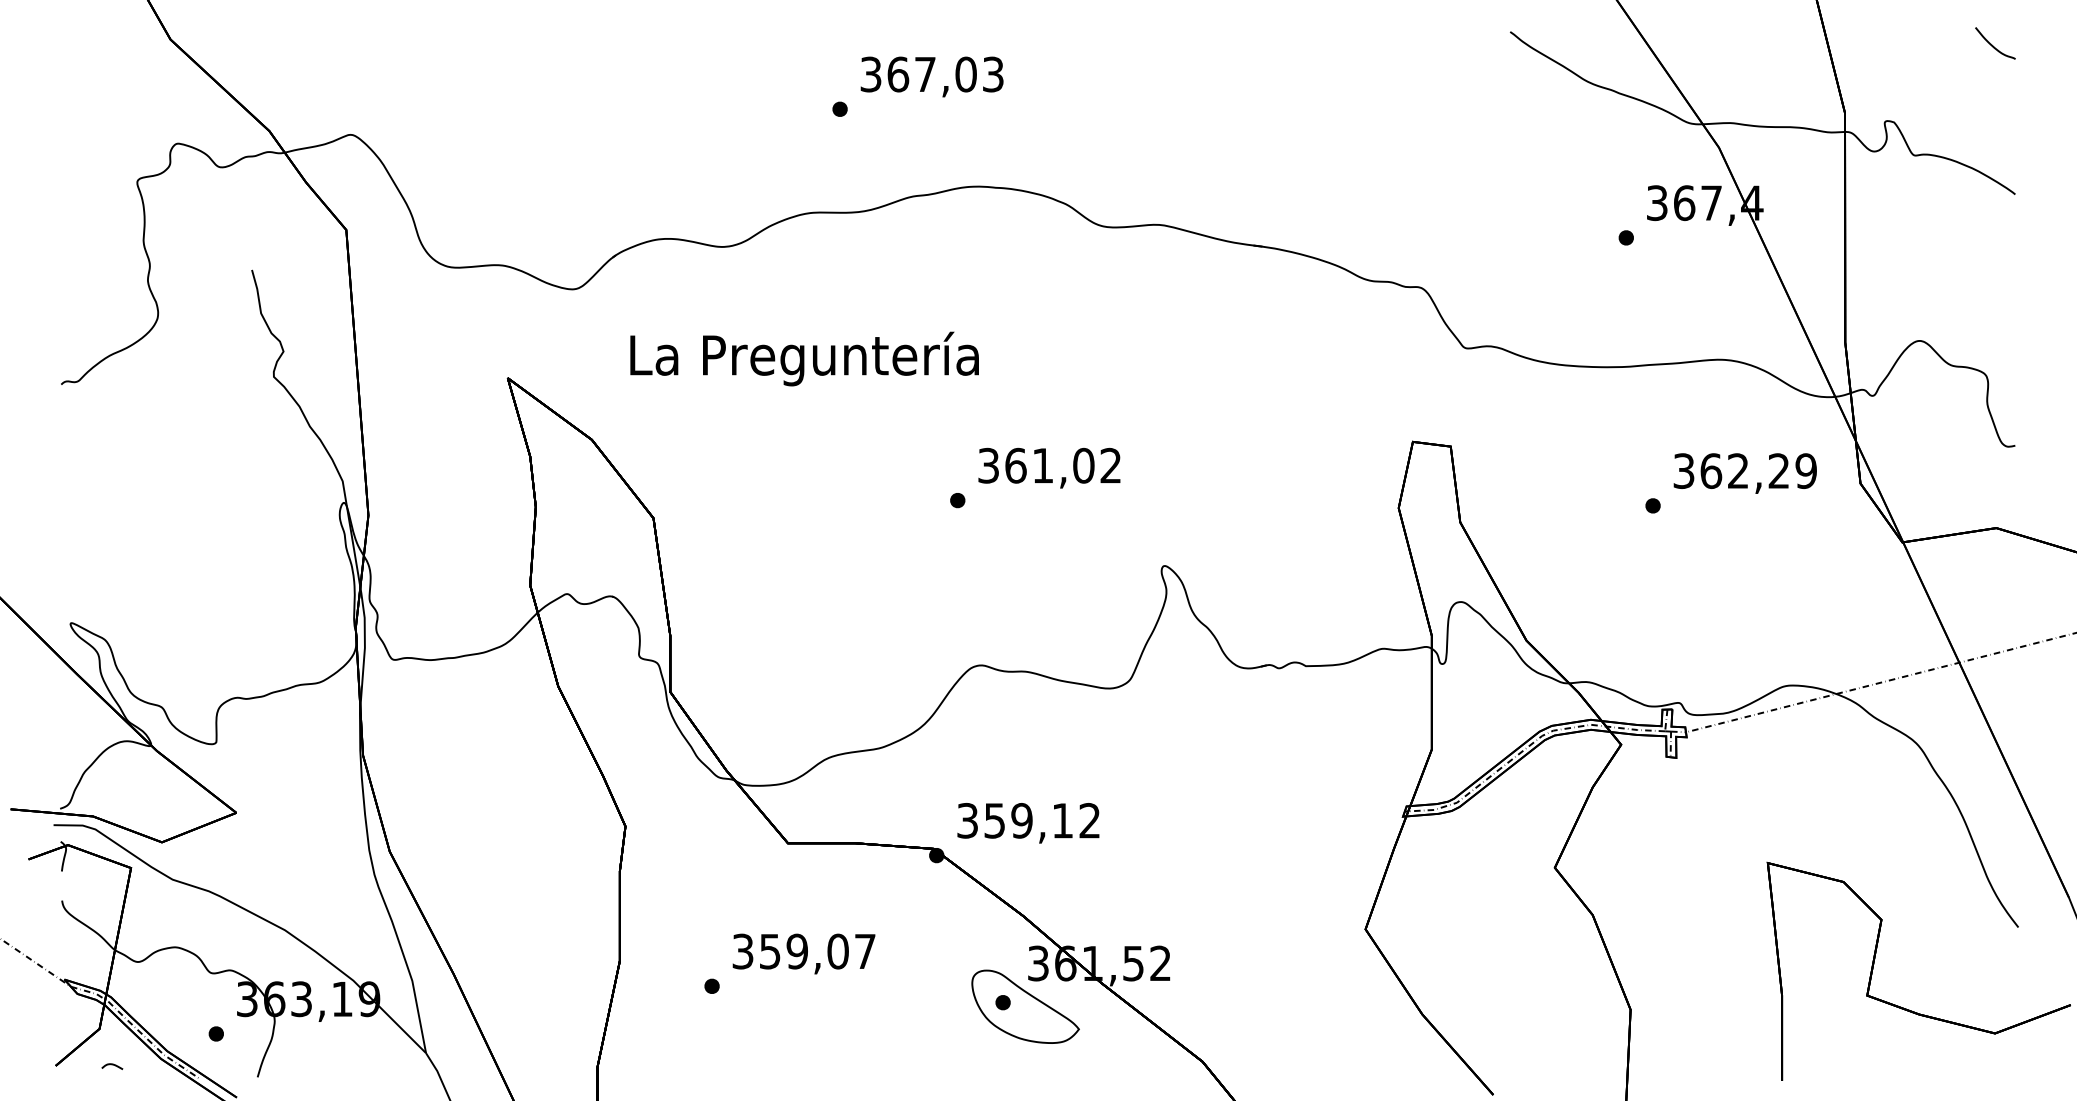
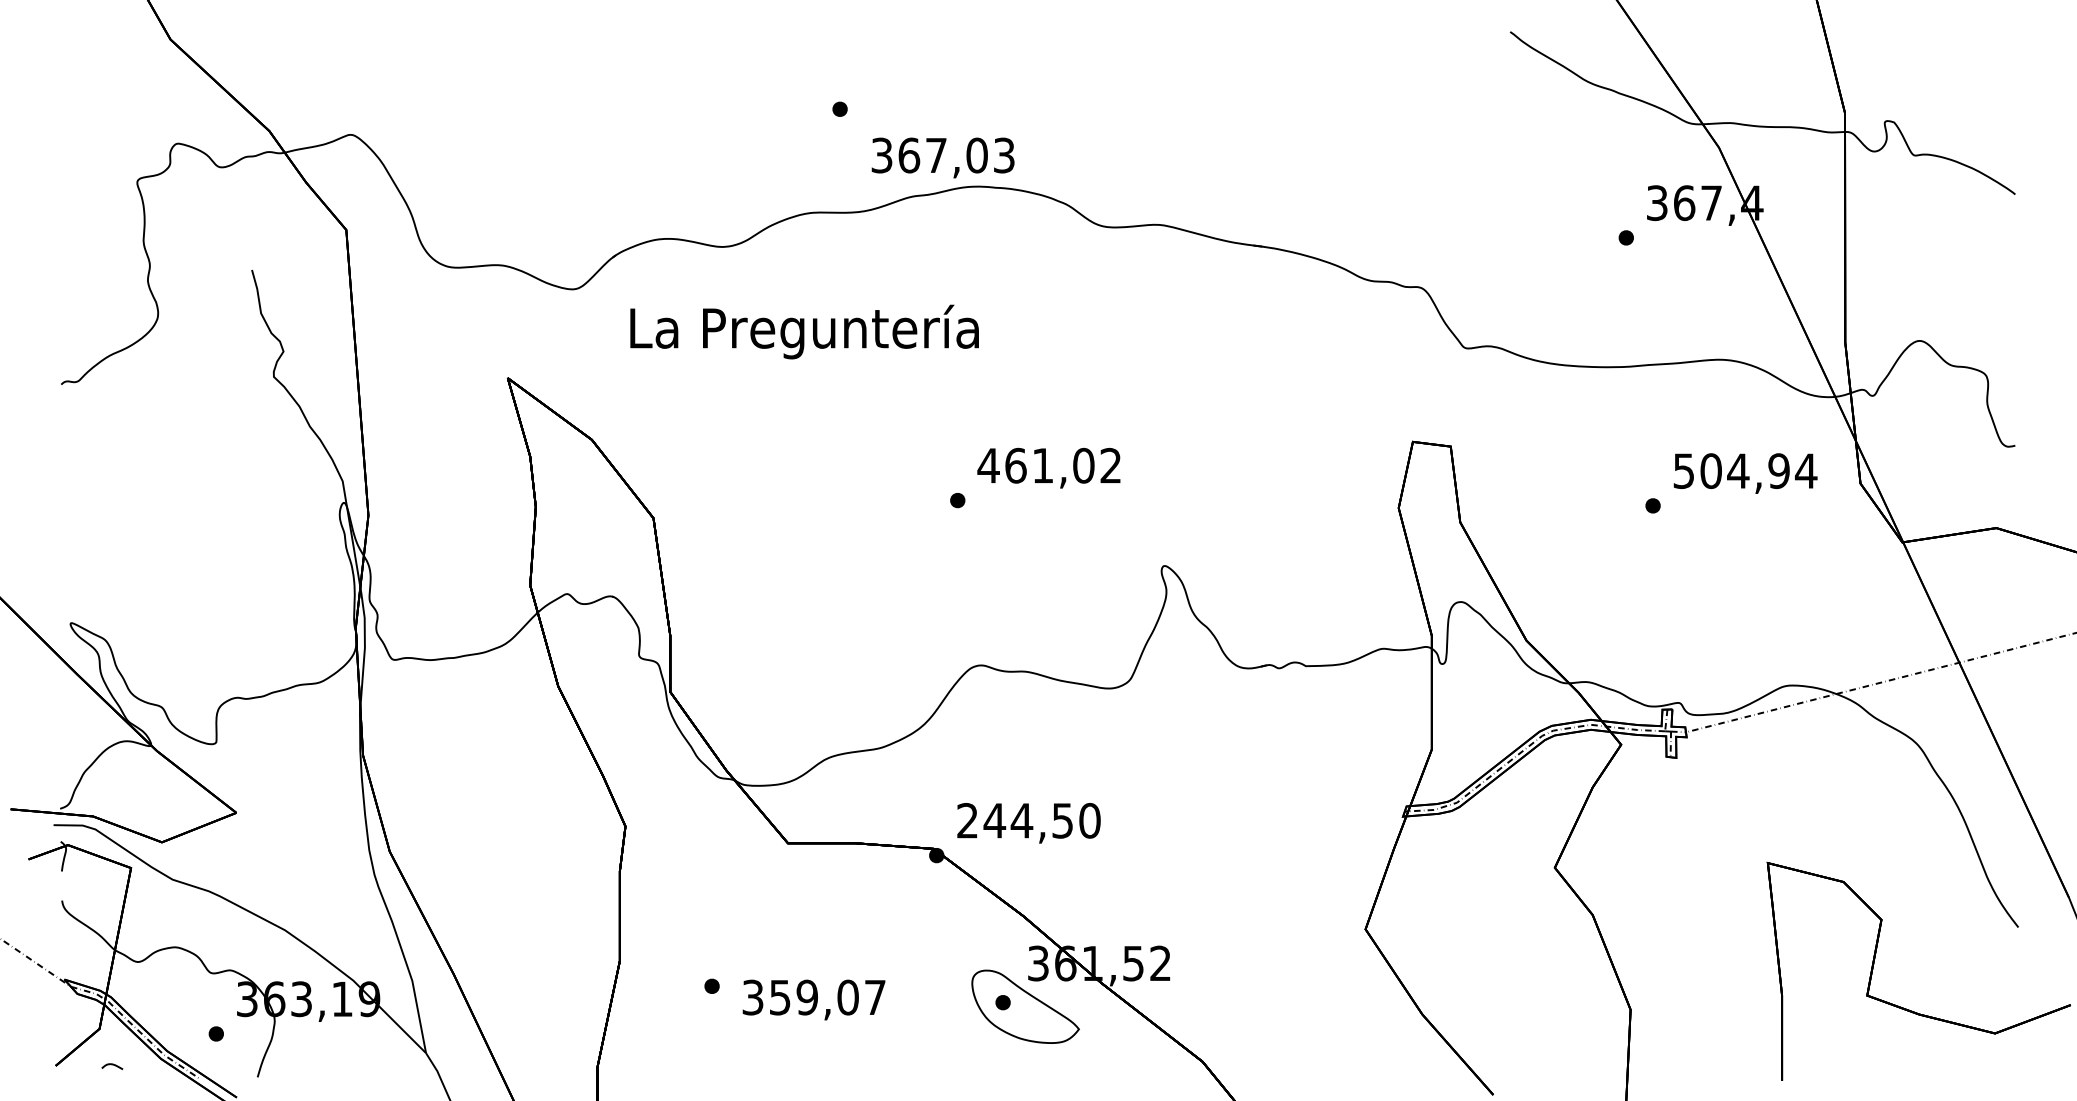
curve at (1993, 45): present -> none
text at (931, 76) position: (931, 76) -> (942, 157)
text at (804, 358) position: (804, 358) -> (804, 331)
text at (988, 465): 361,02 -> 461,02
text at (1745, 471): 362,29 -> 504,94
text at (1028, 820): 359,12 -> 244,50
text at (803, 953) position: (803, 953) -> (813, 999)
